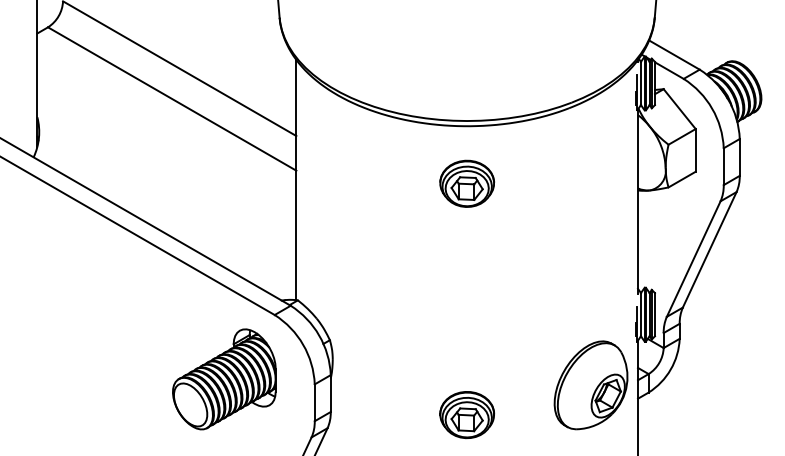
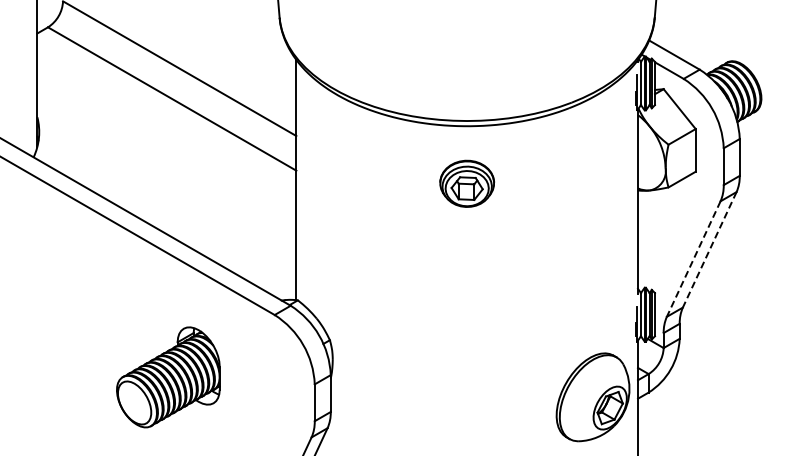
line at (709, 249): solid -> dashed
line at (693, 259): solid -> dashed
part at (224, 379) position: (224, 379) -> (168, 377)
part at (590, 385) position: (590, 385) -> (592, 397)
part at (466, 415): present -> none
